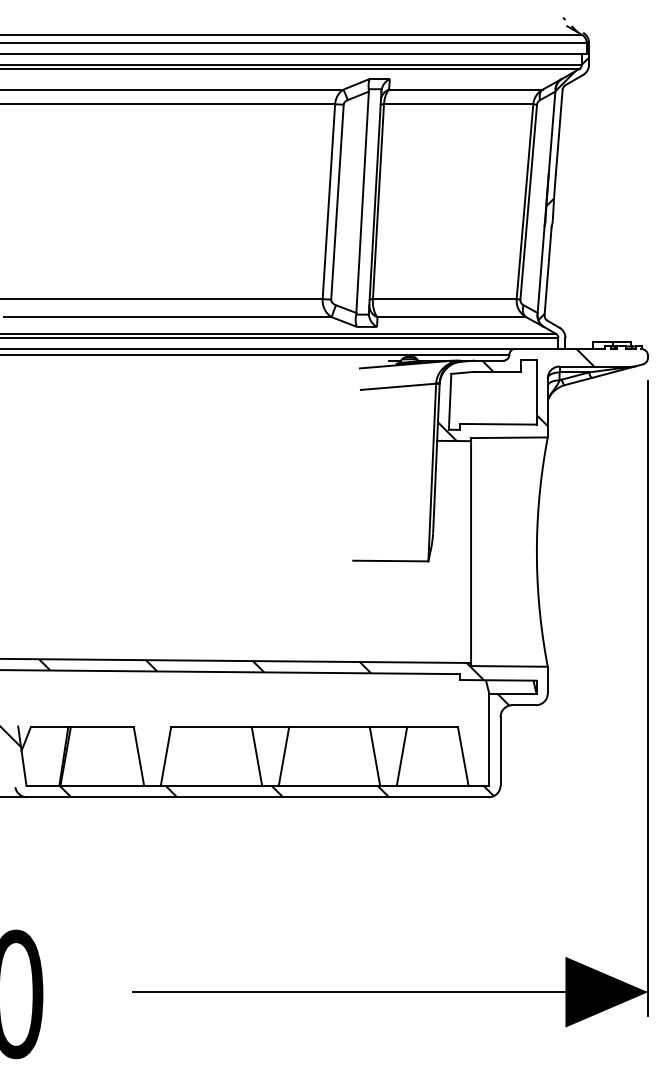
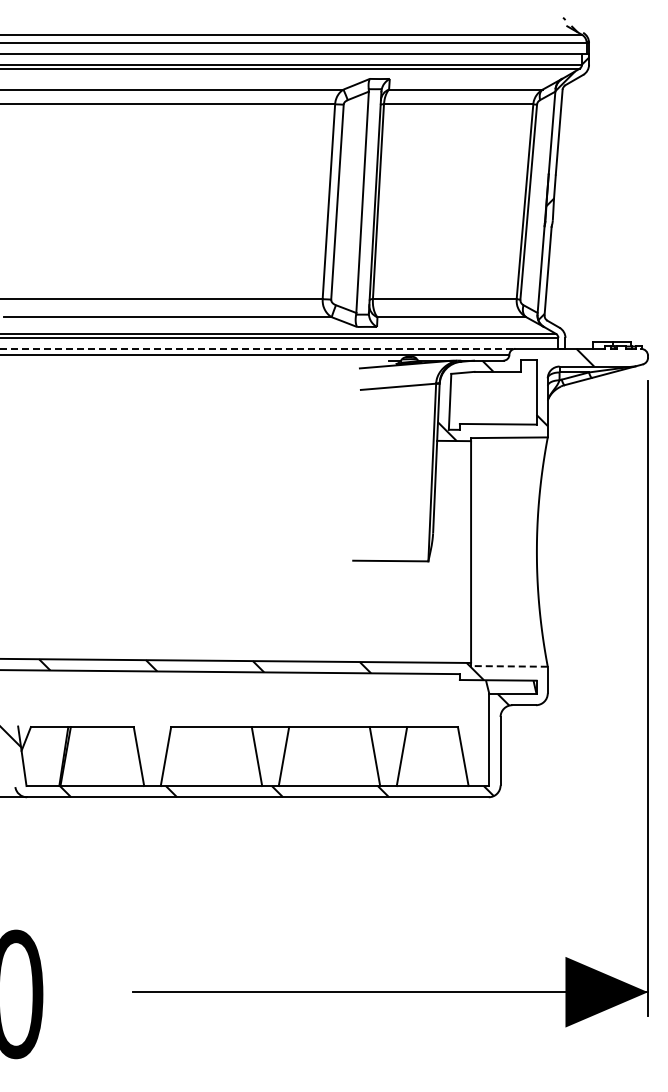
line at (258, 348): solid -> dashed
line at (508, 666): solid -> dashed
